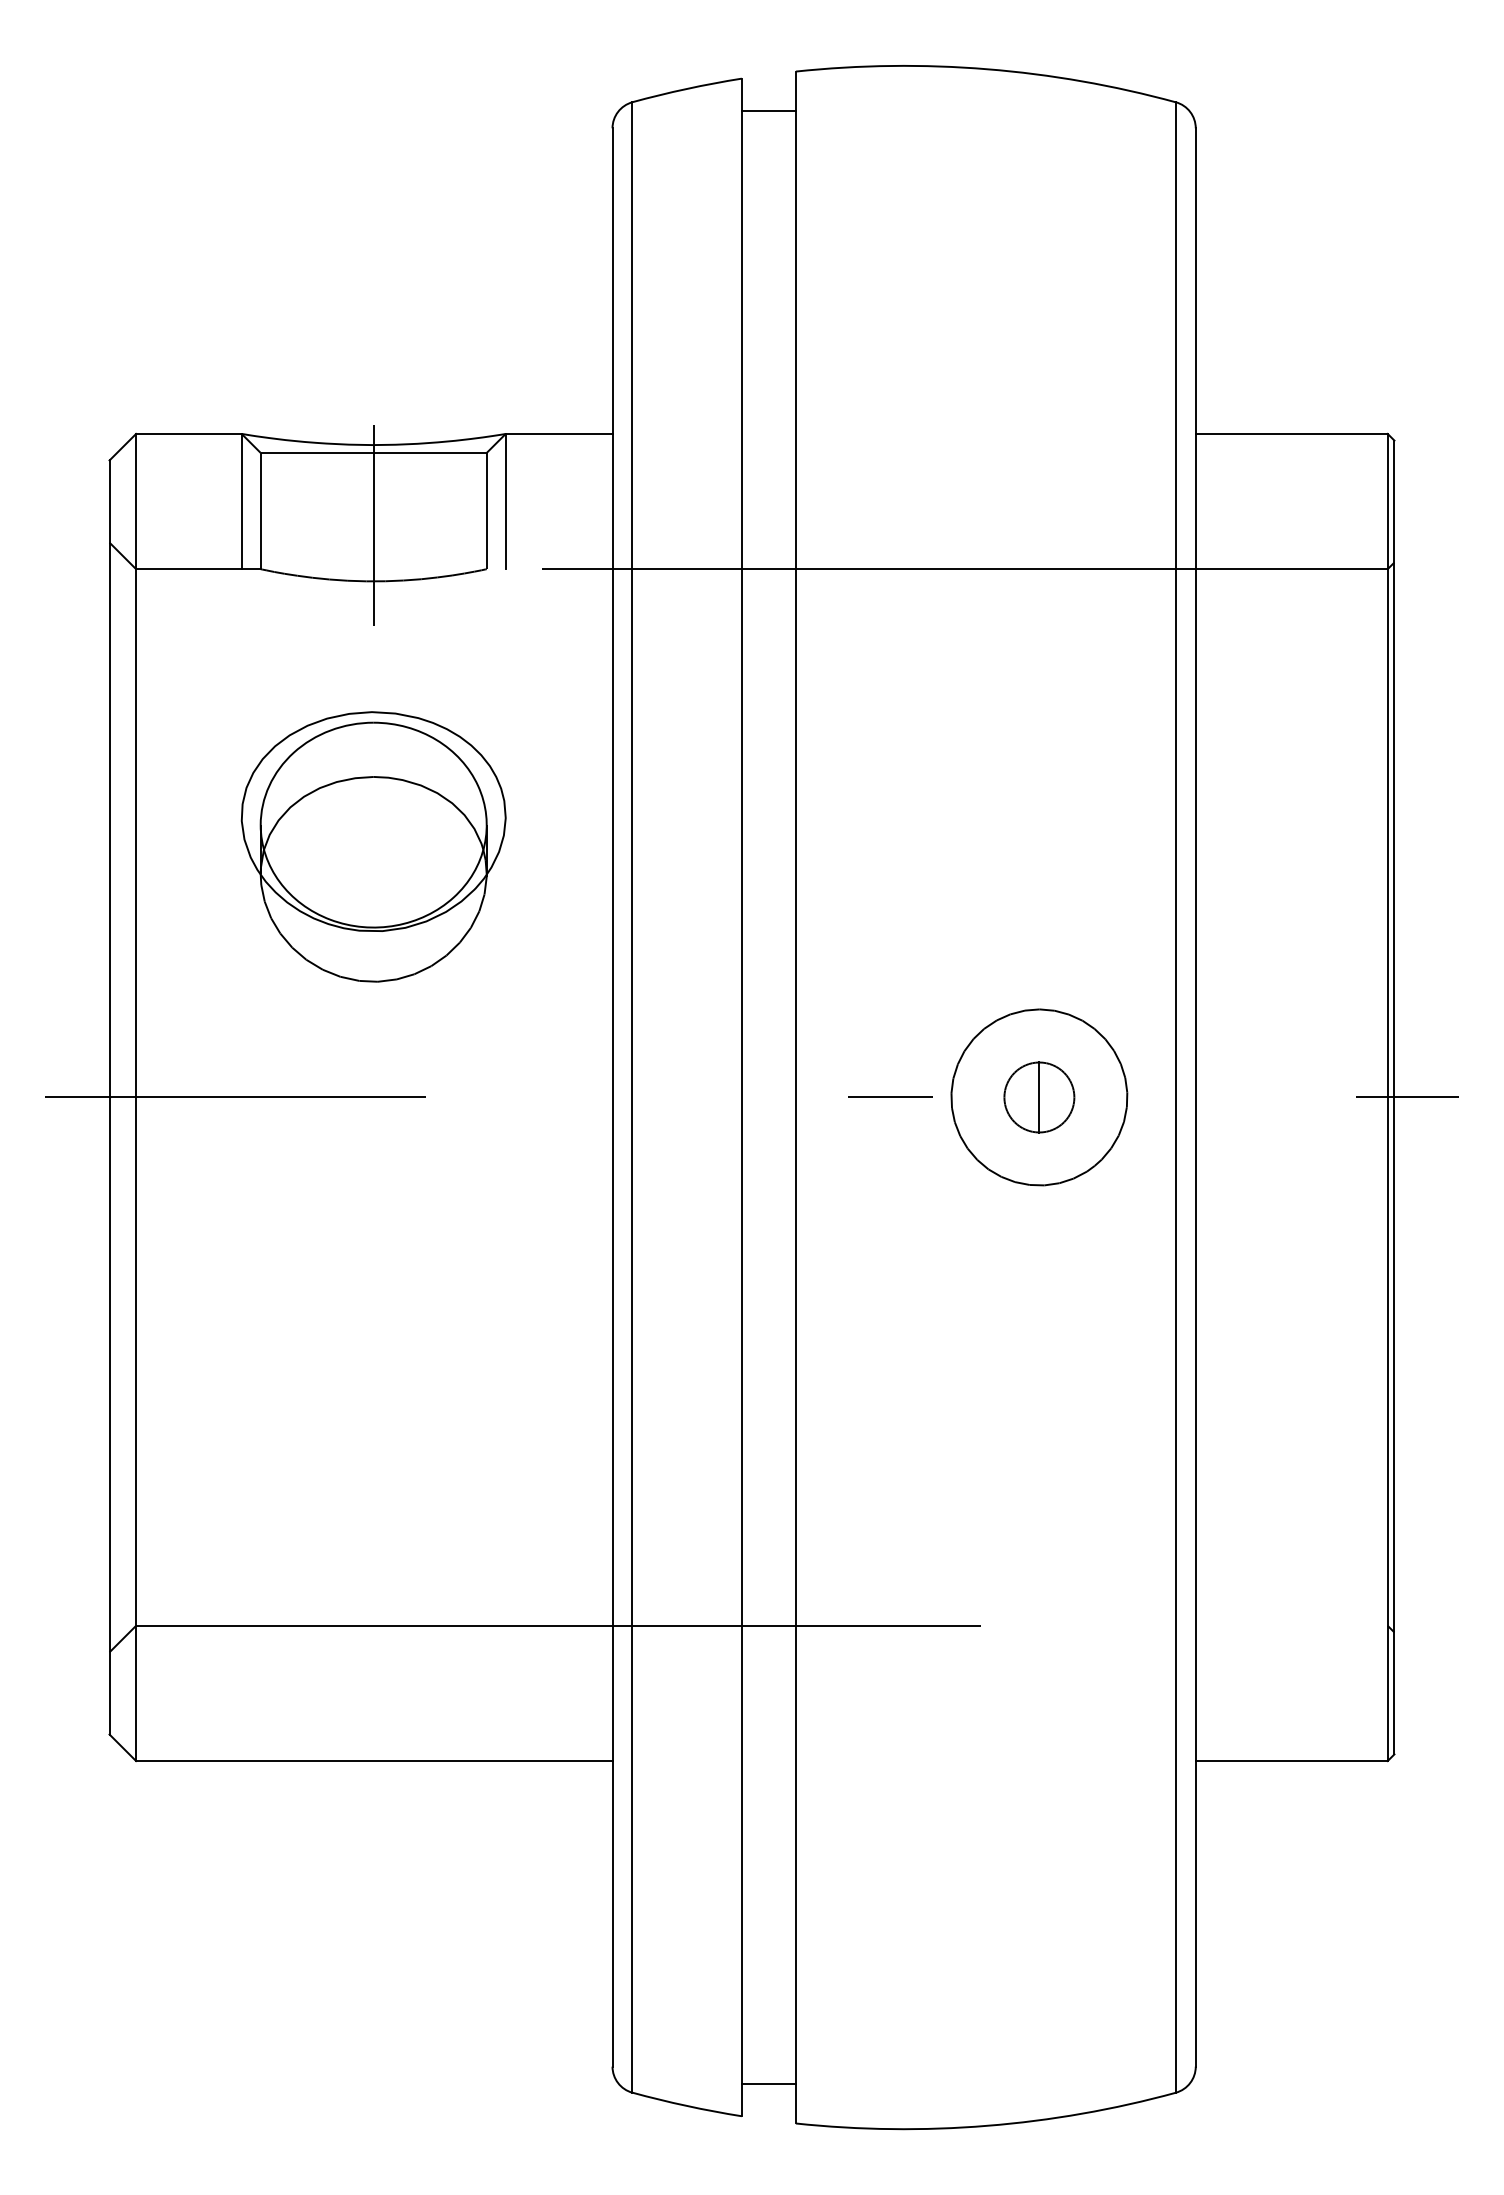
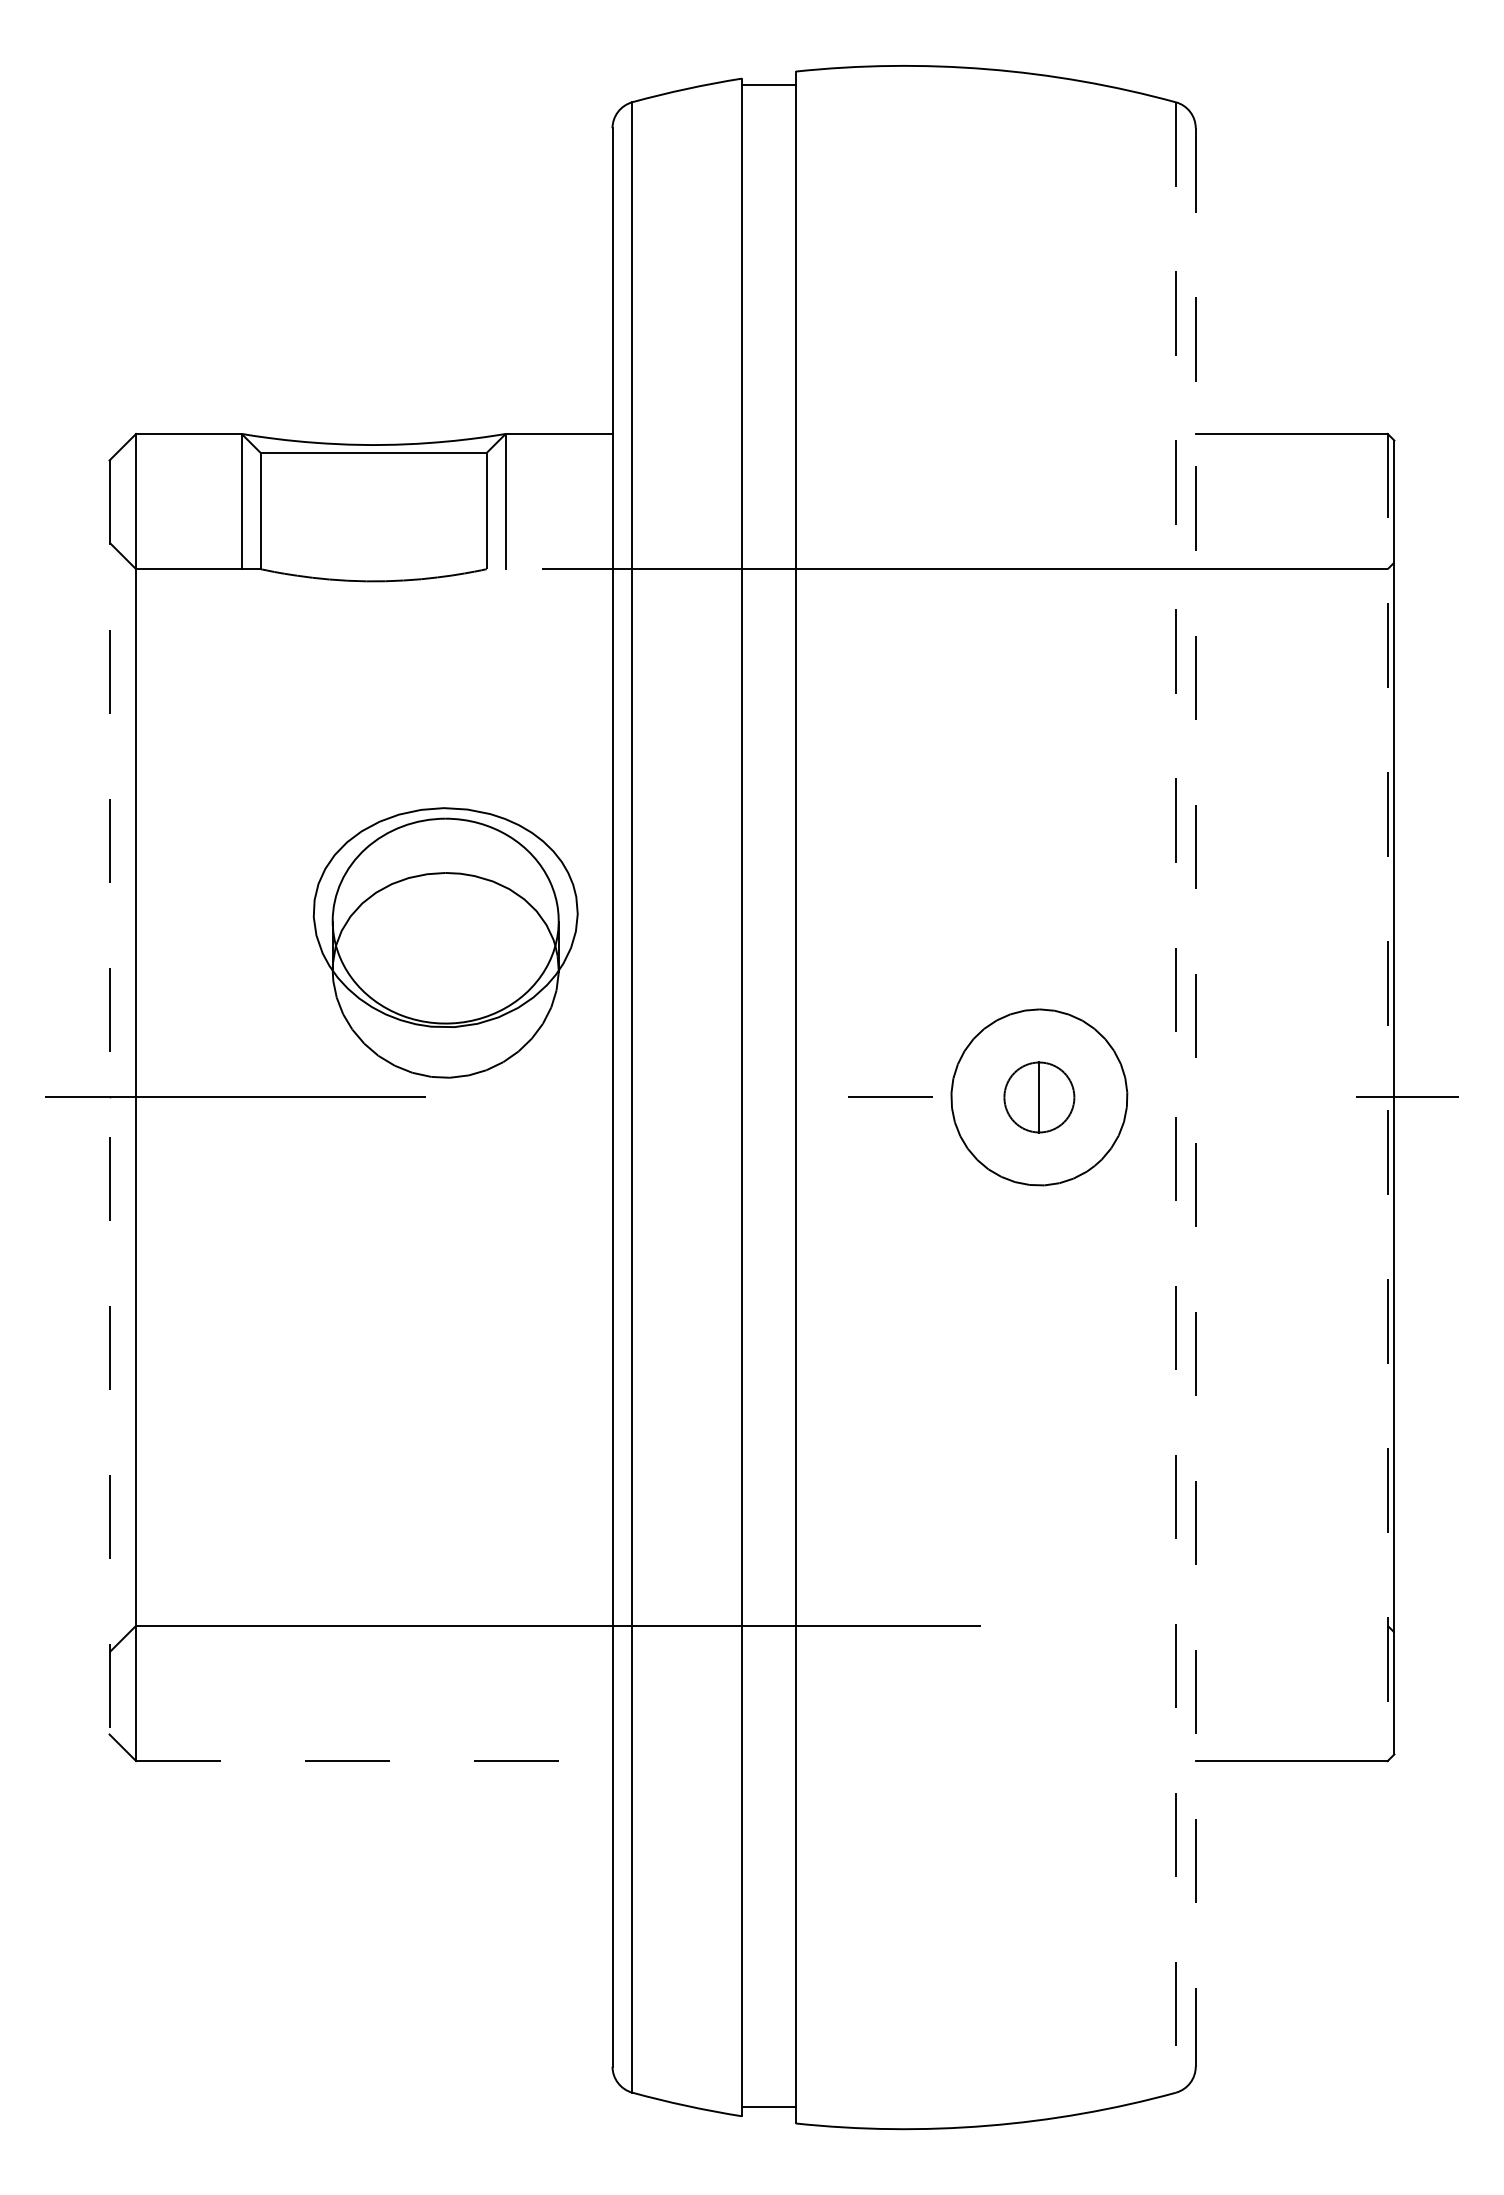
line at (768, 110) position: (768, 110) -> (768, 84)
line at (373, 525): present -> none
part at (373, 846) position: (373, 846) -> (445, 942)
line at (109, 1097): solid -> dashed
line at (1175, 1097): solid -> dashed
line at (1195, 1097): solid -> dashed
line at (1387, 1097): solid -> dashed
line at (374, 1761): solid -> dashed
line at (768, 2084) position: (768, 2084) -> (768, 2107)
